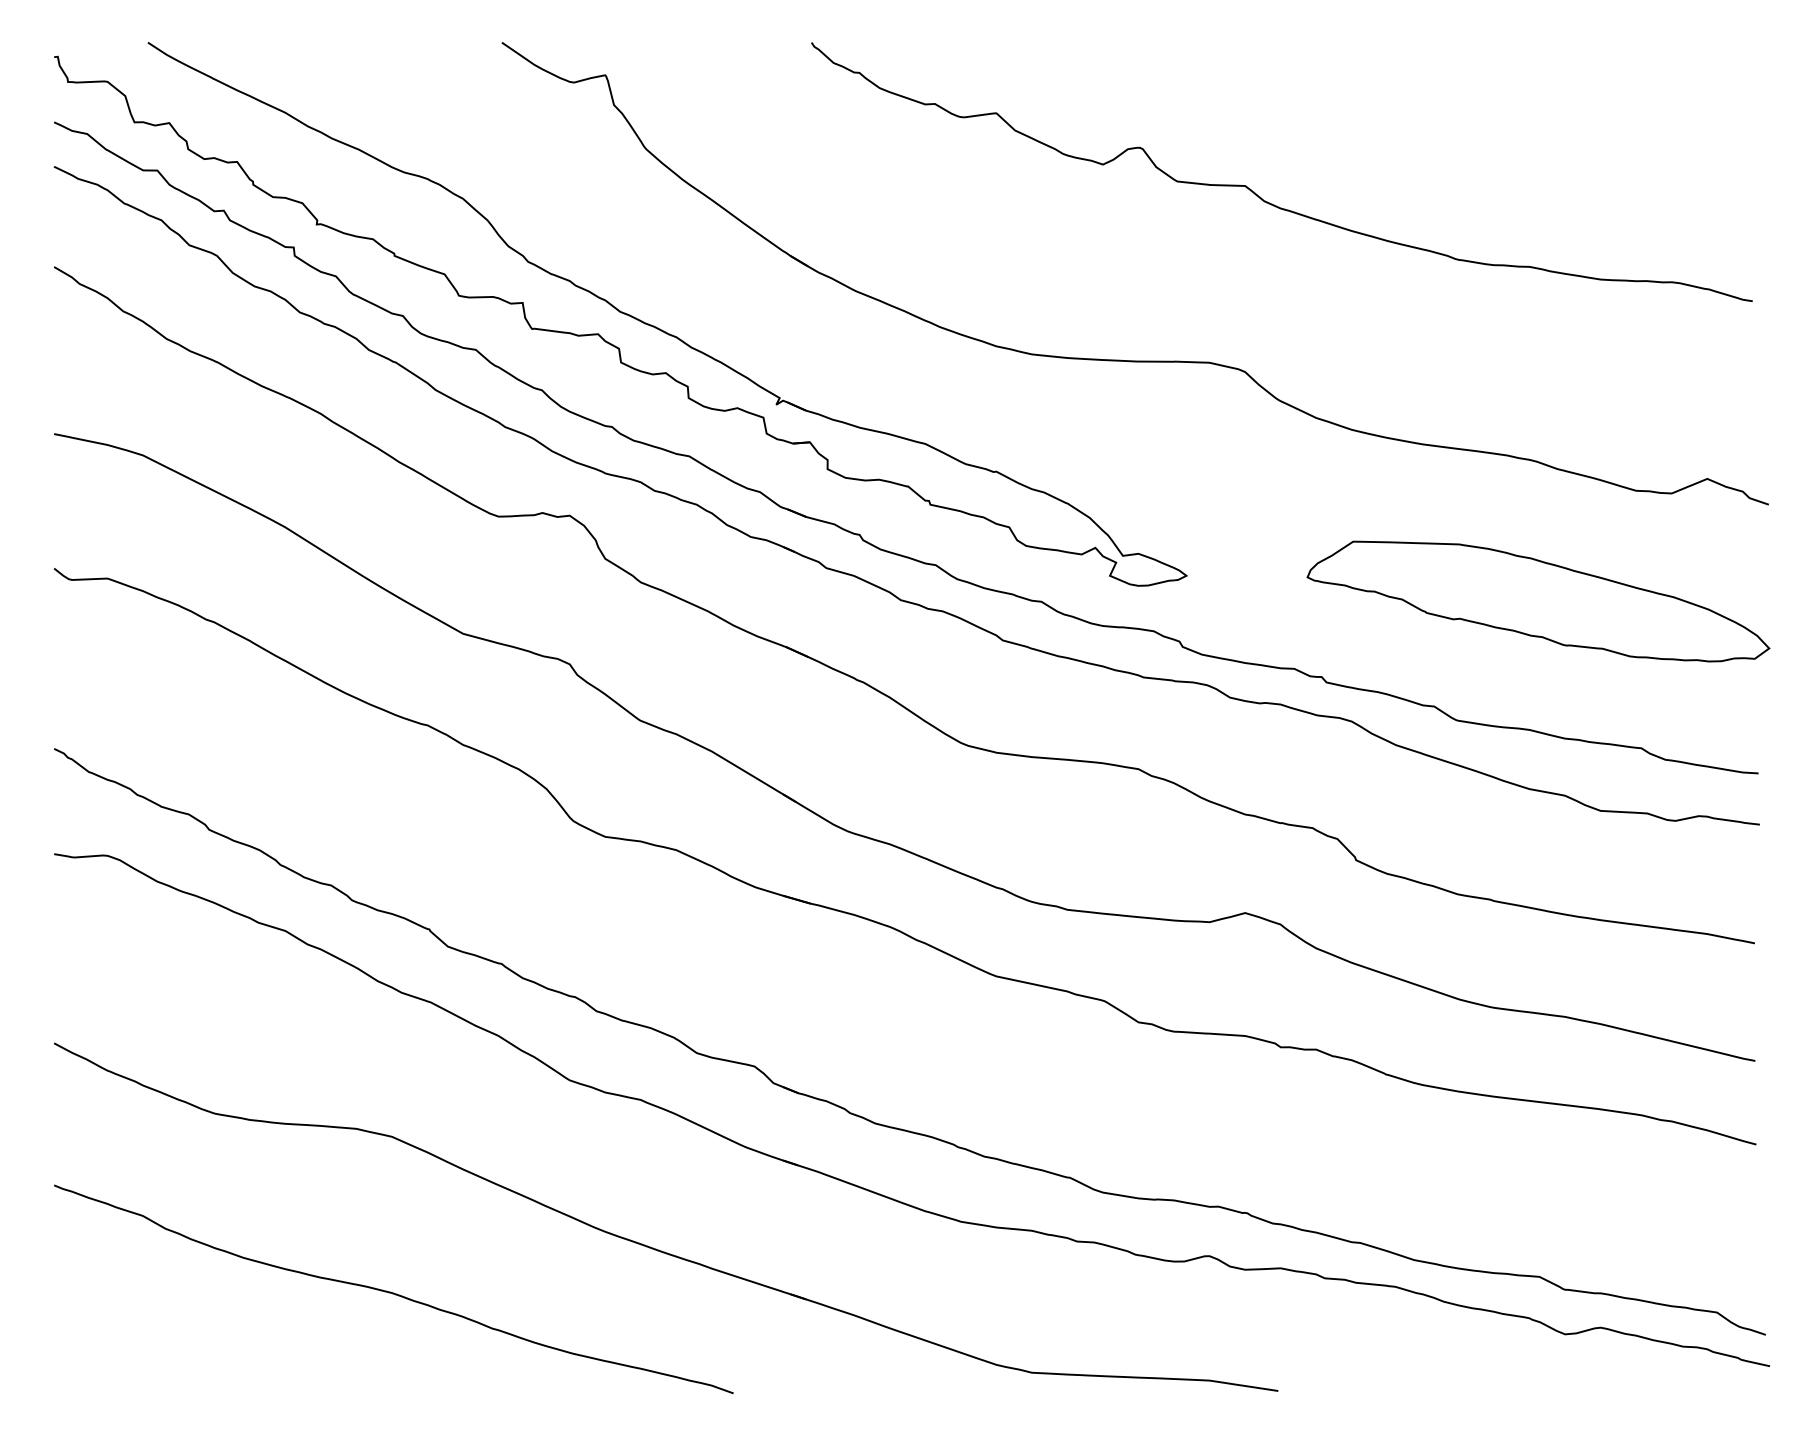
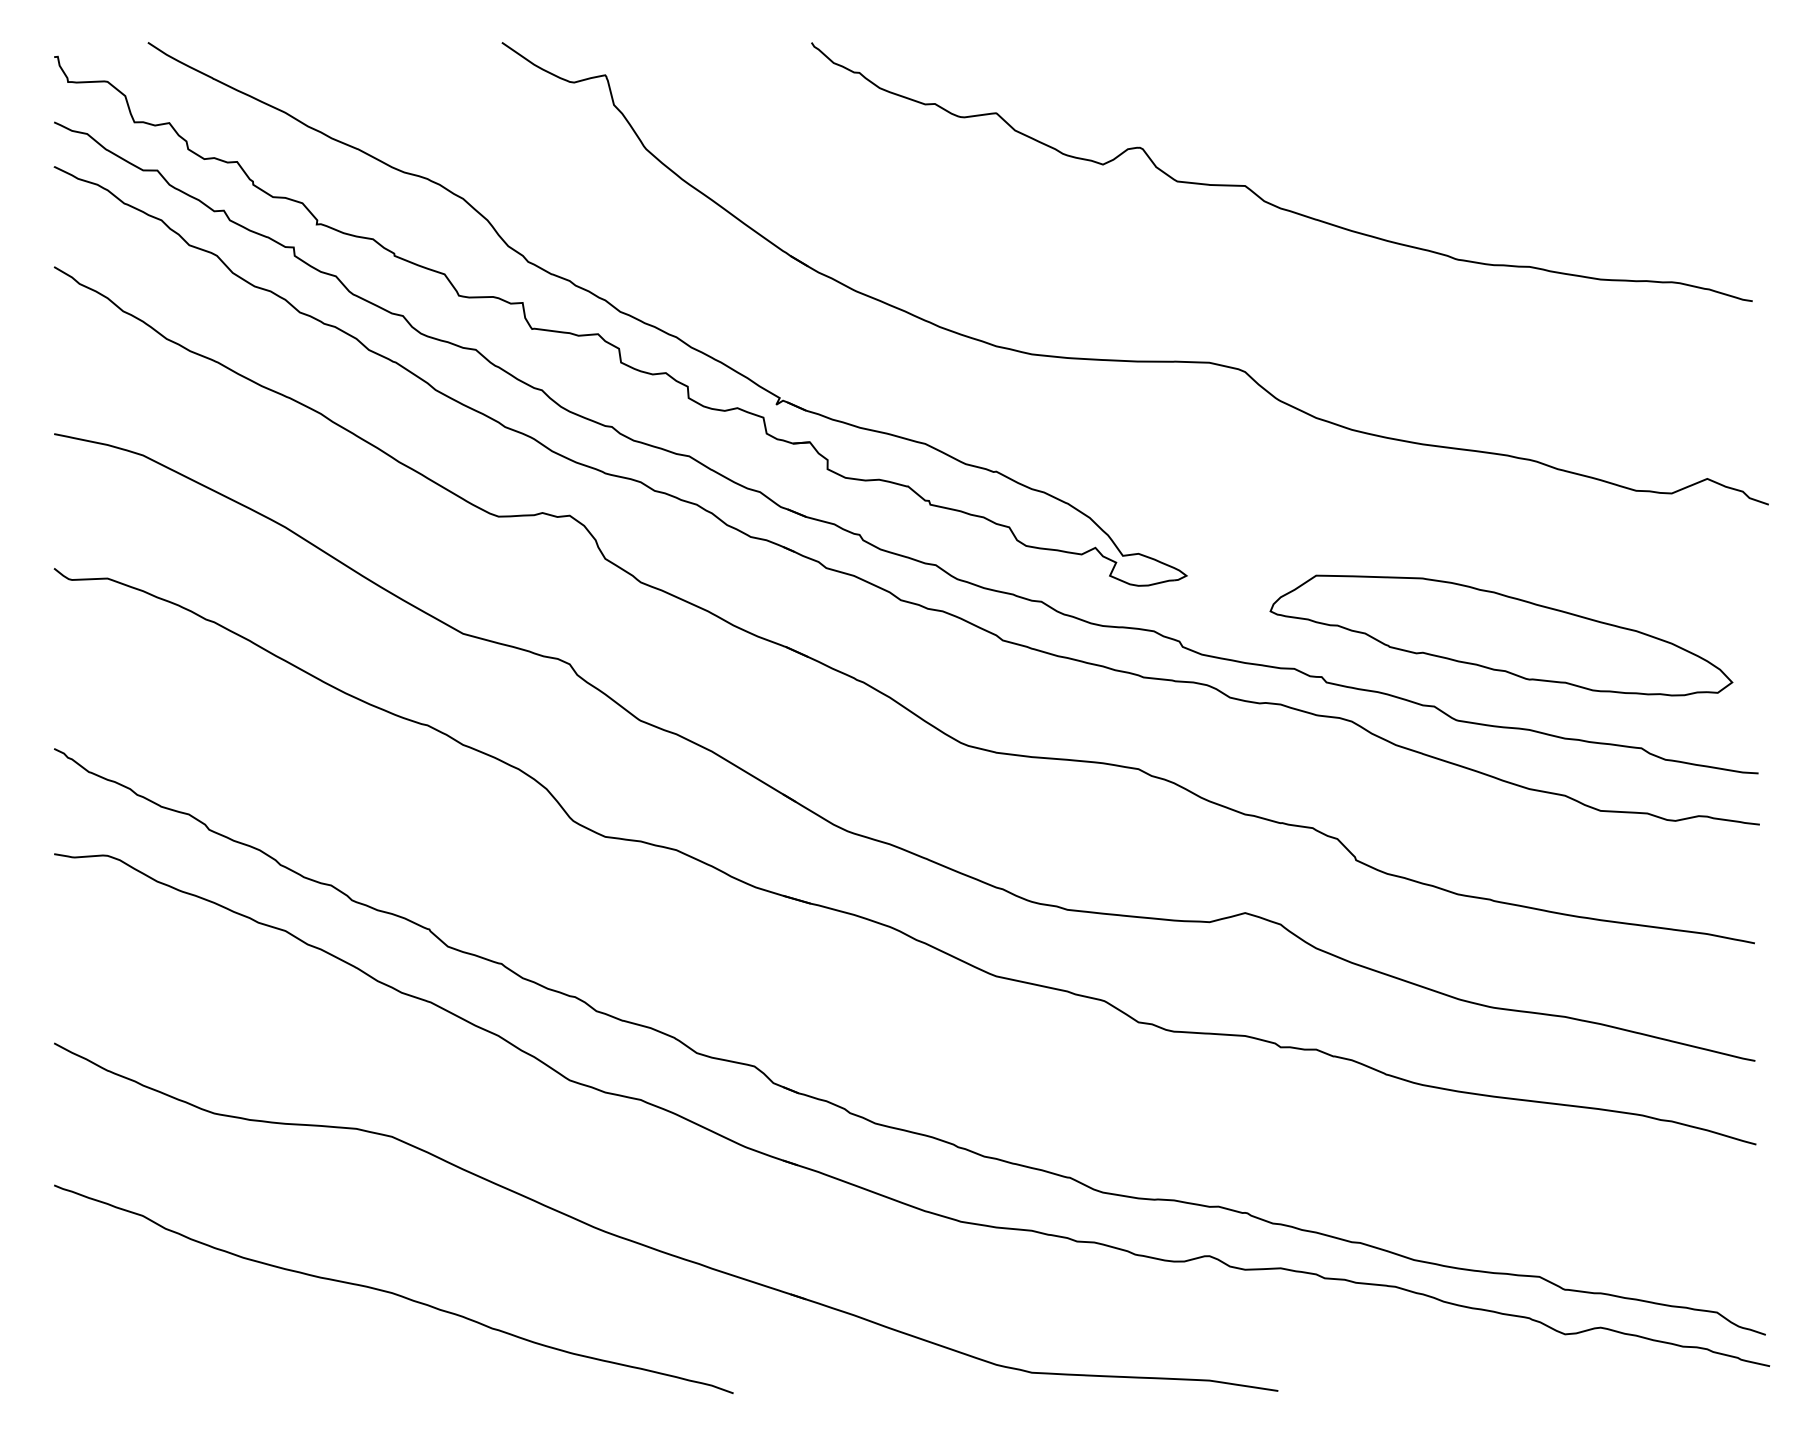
part at (1538, 601) position: (1538, 601) -> (1501, 635)
